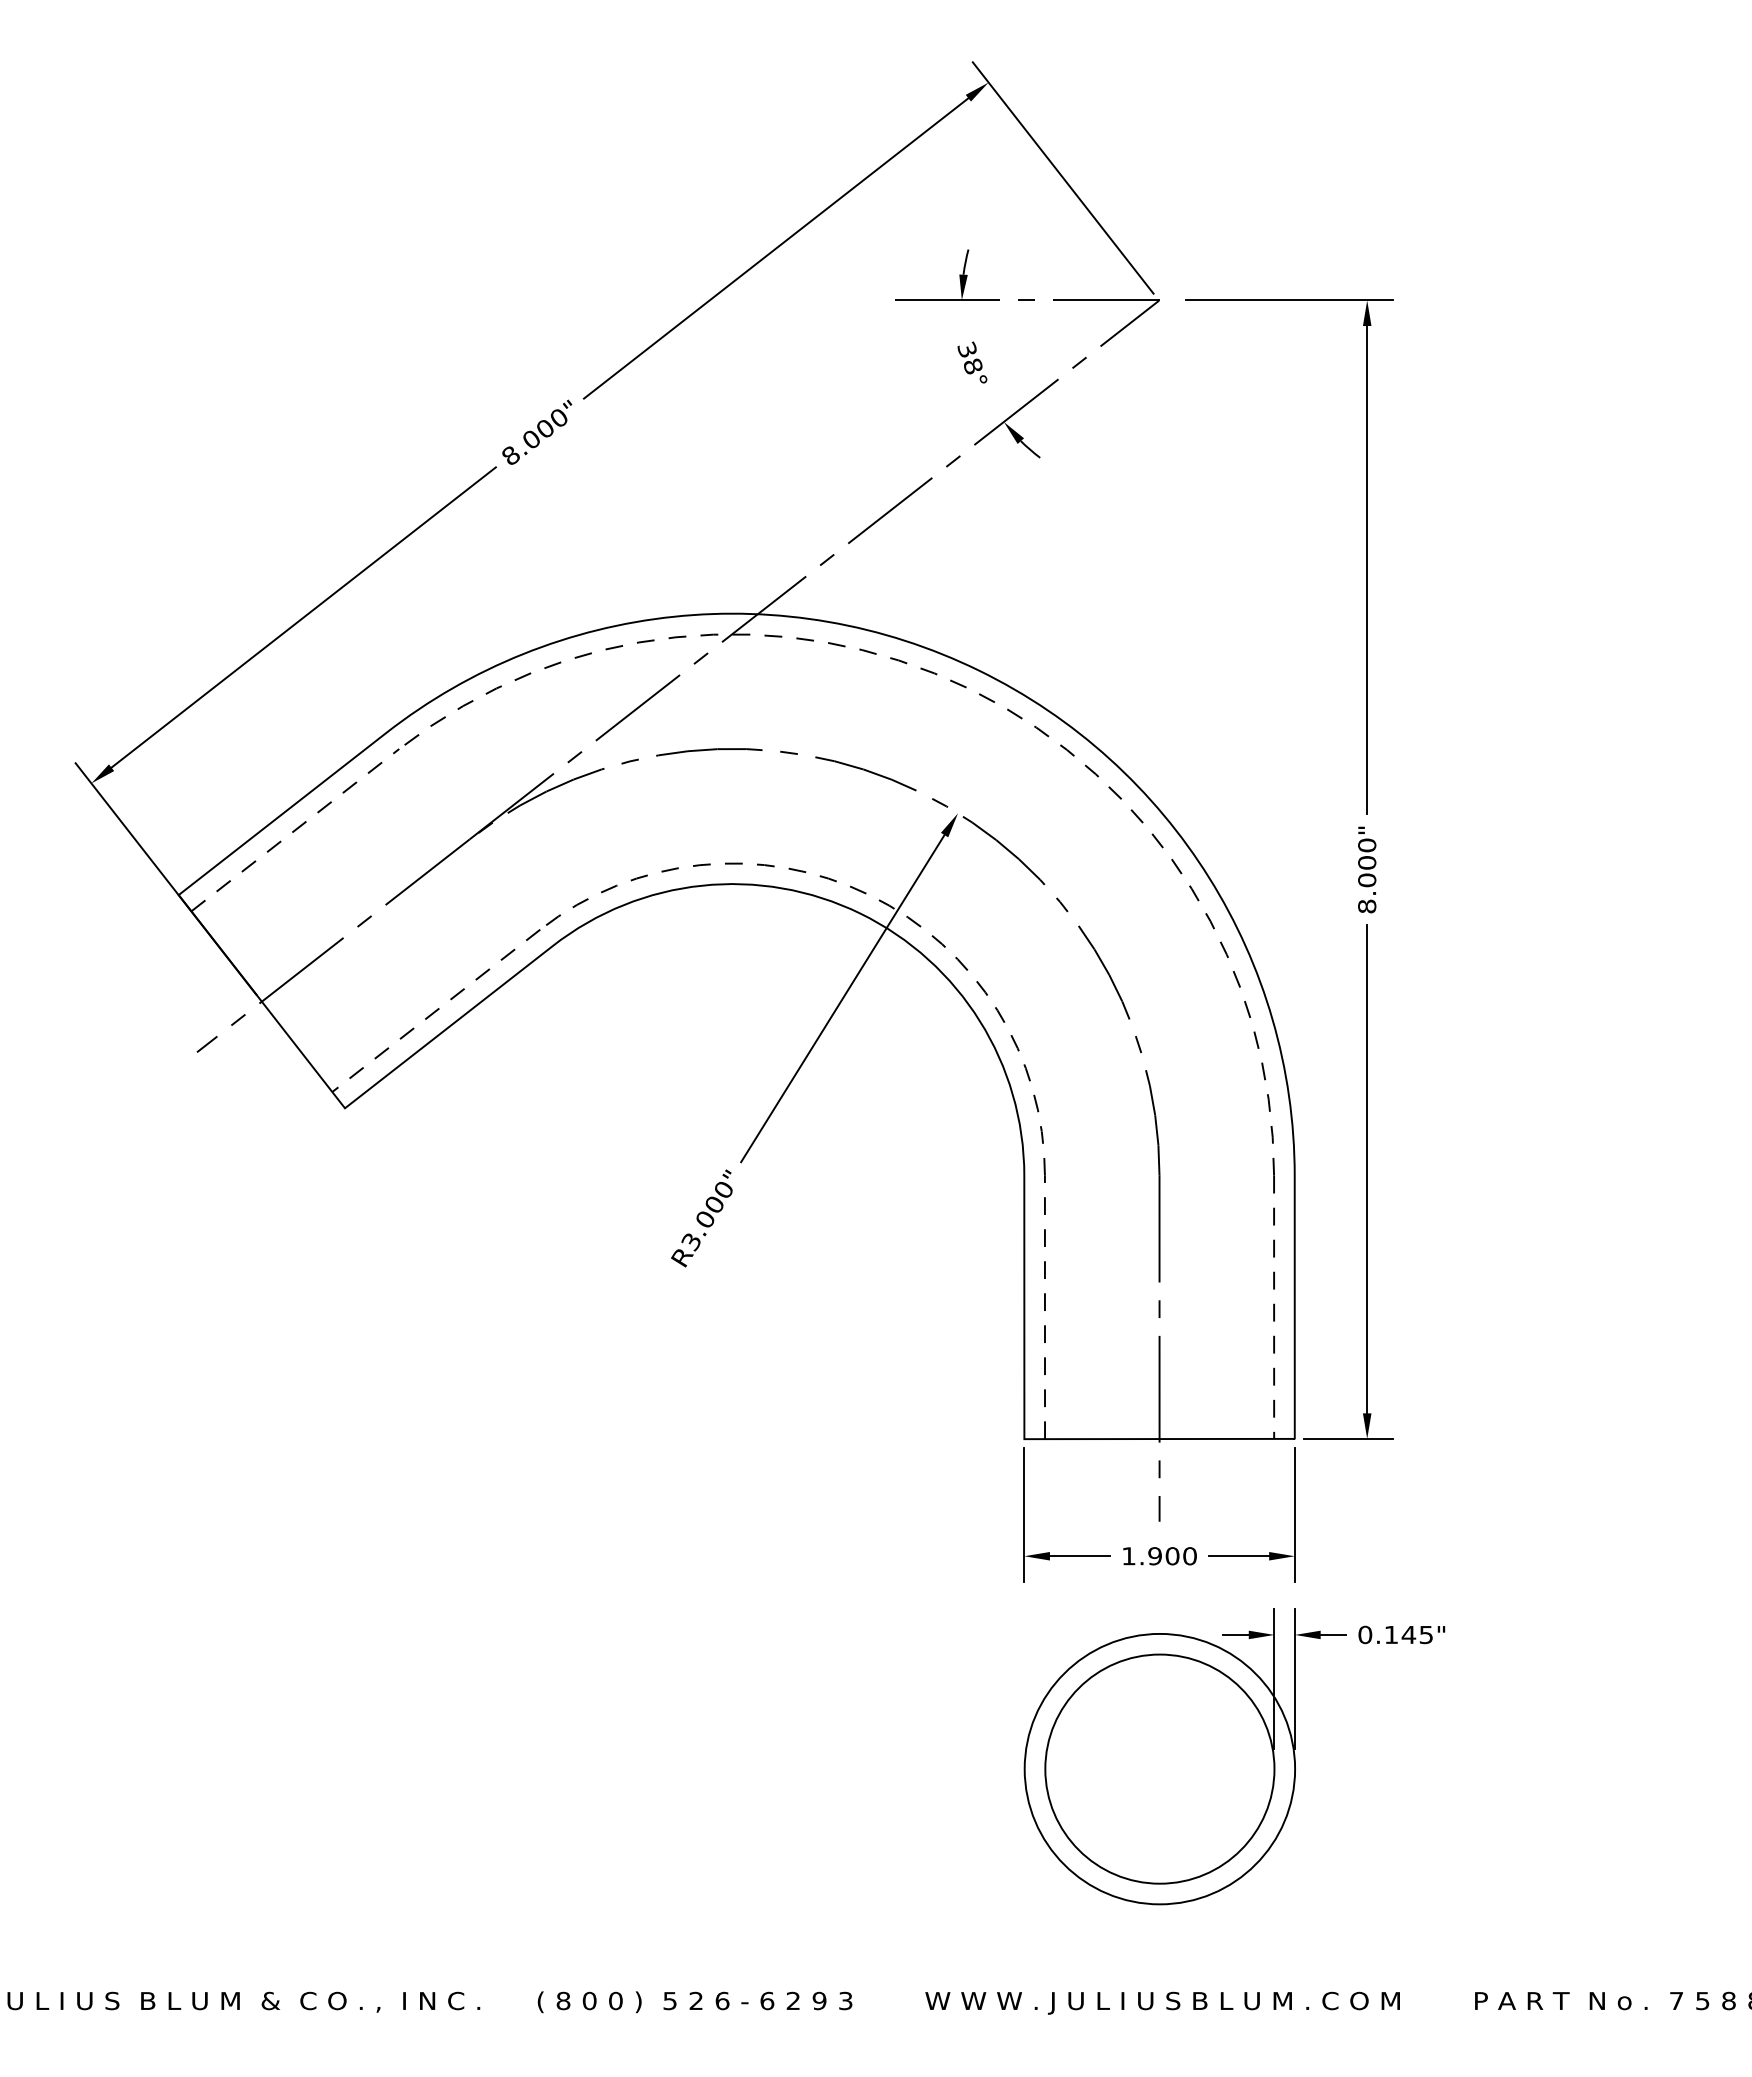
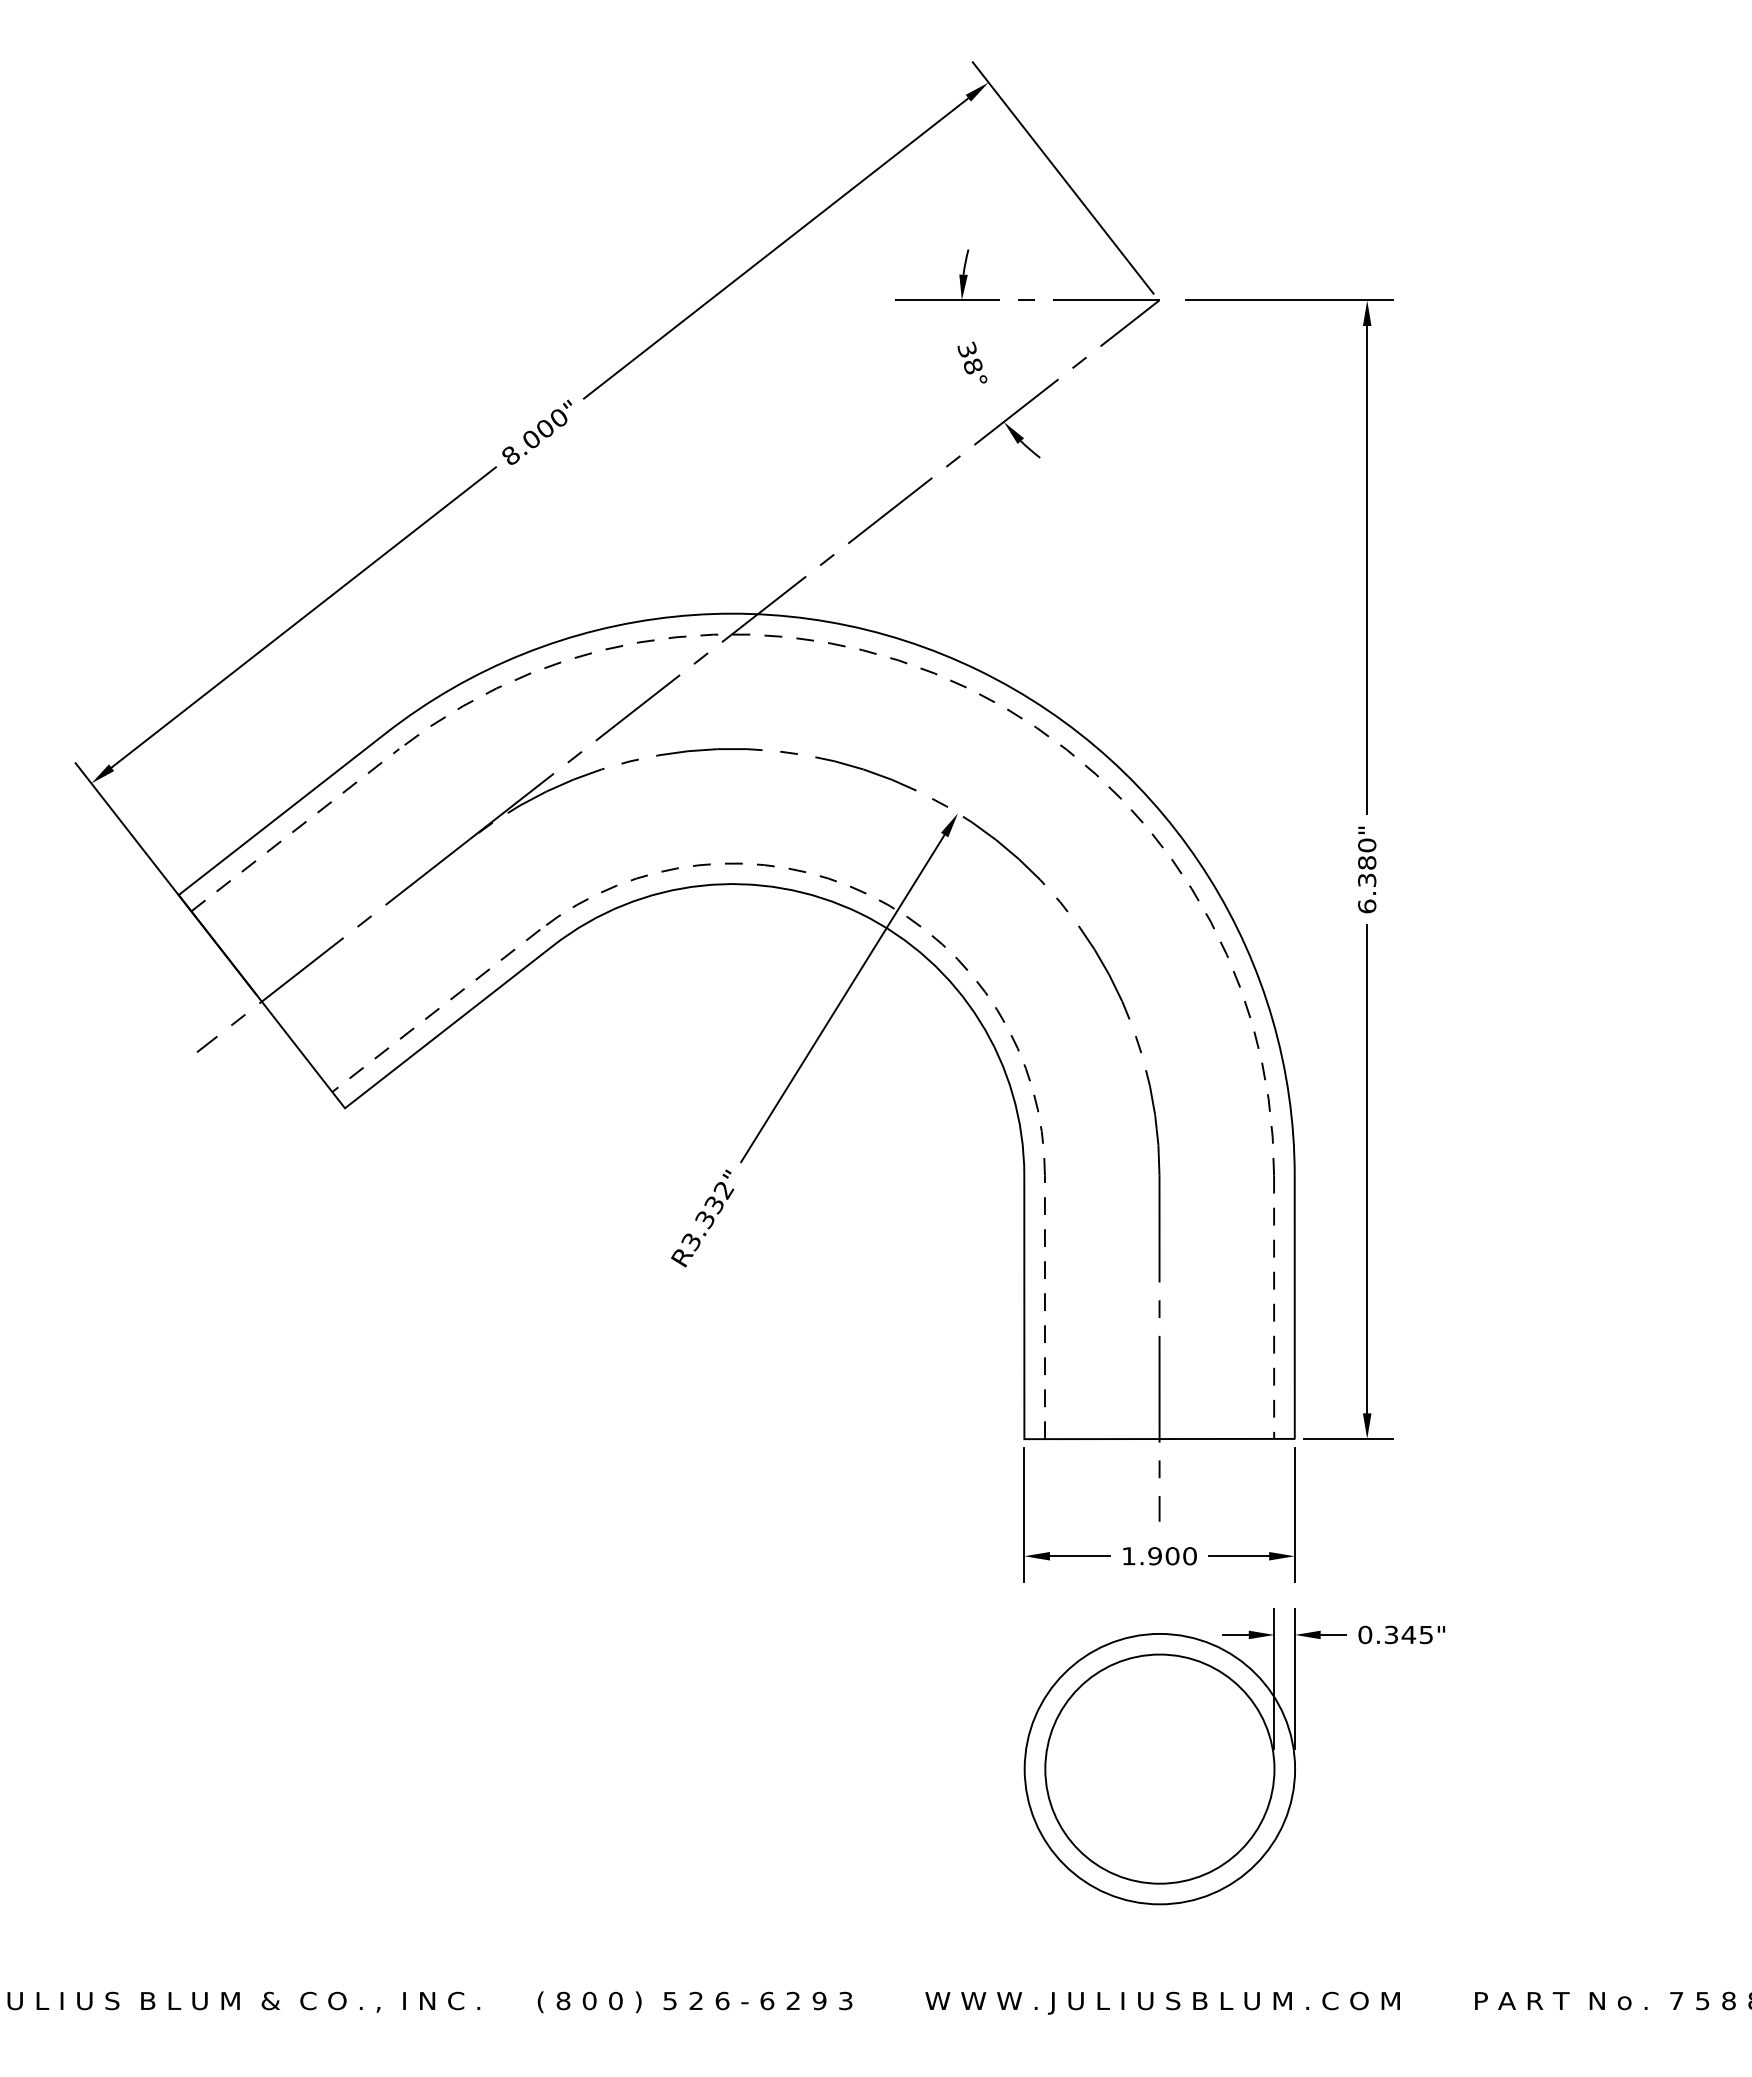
text at (1367, 884): 8.000" -> 6.380"
text at (714, 1205): R3.000" -> R3.332"
text at (1391, 1634): 0.145" -> 0.345"
